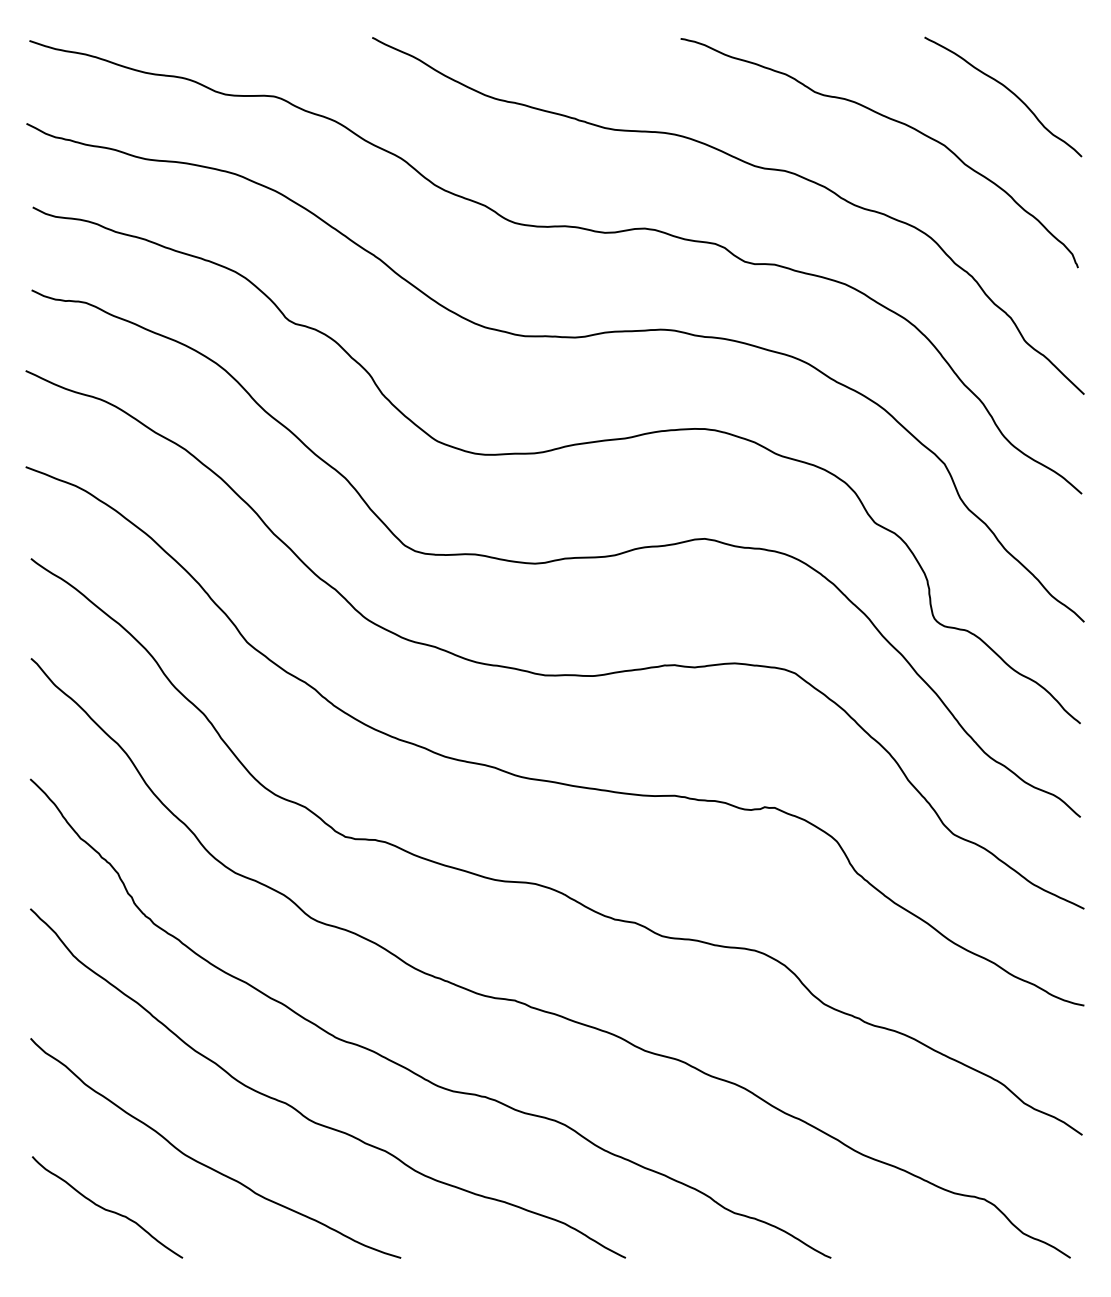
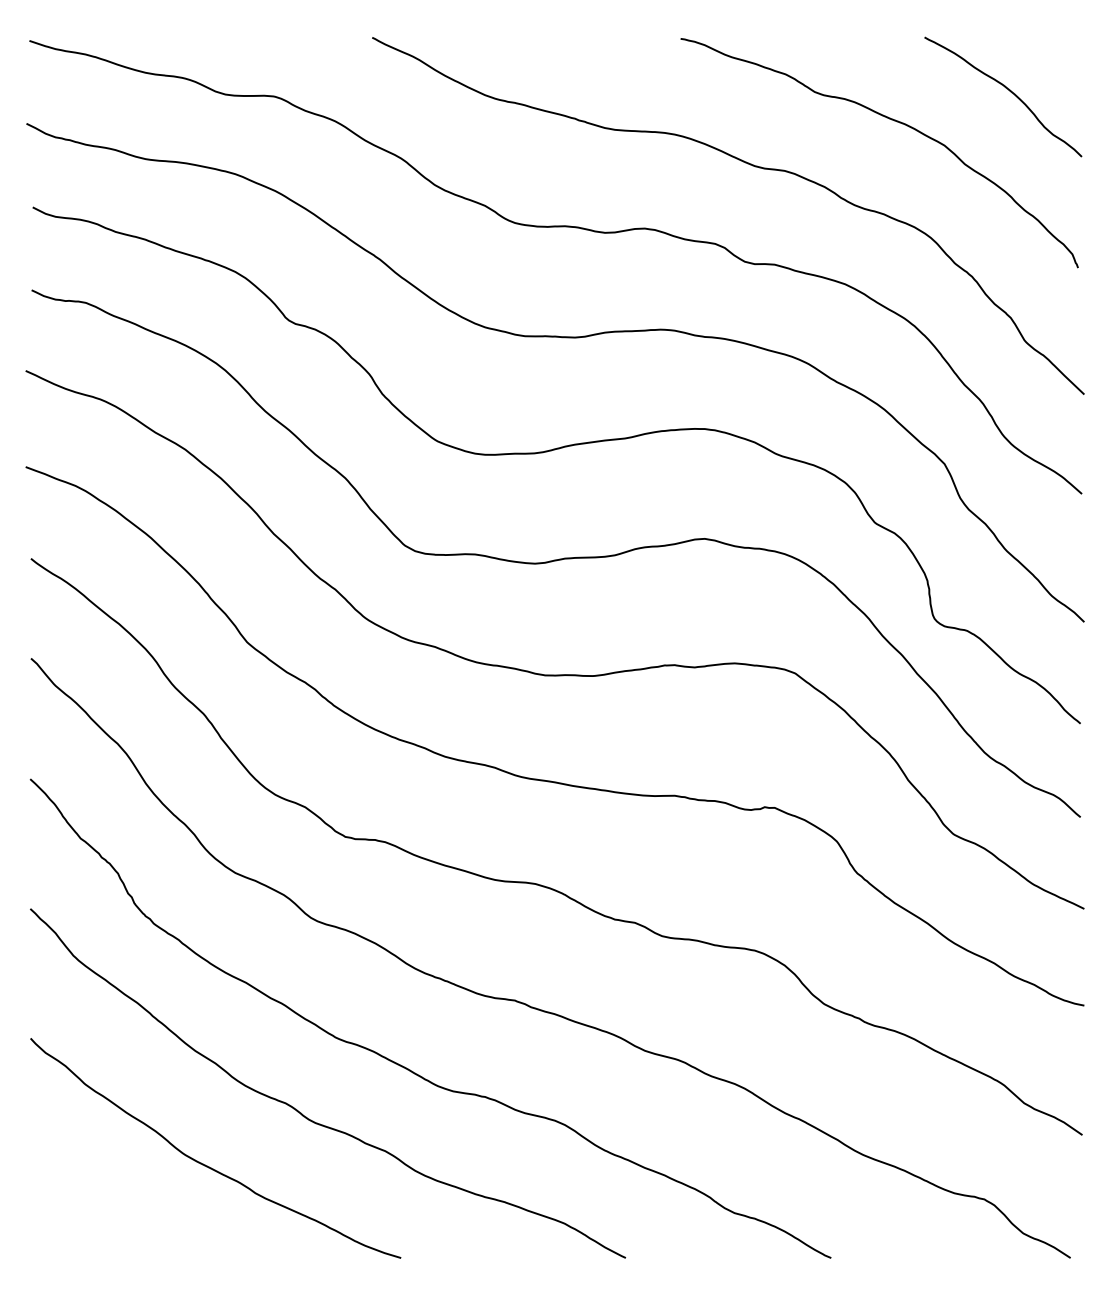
curve at (107, 1209): present -> none
